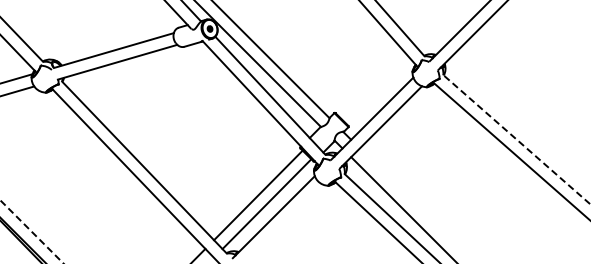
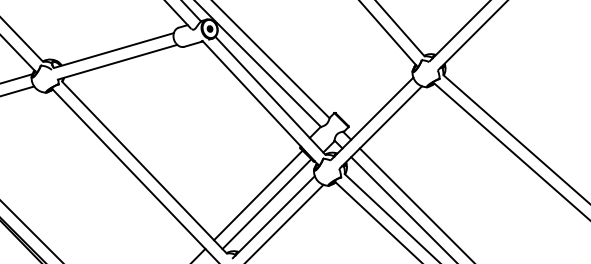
line at (517, 140): dashed -> solid
line at (415, 204): none -> present
line at (285, 222): none -> present
line at (31, 231): dashed -> solid
